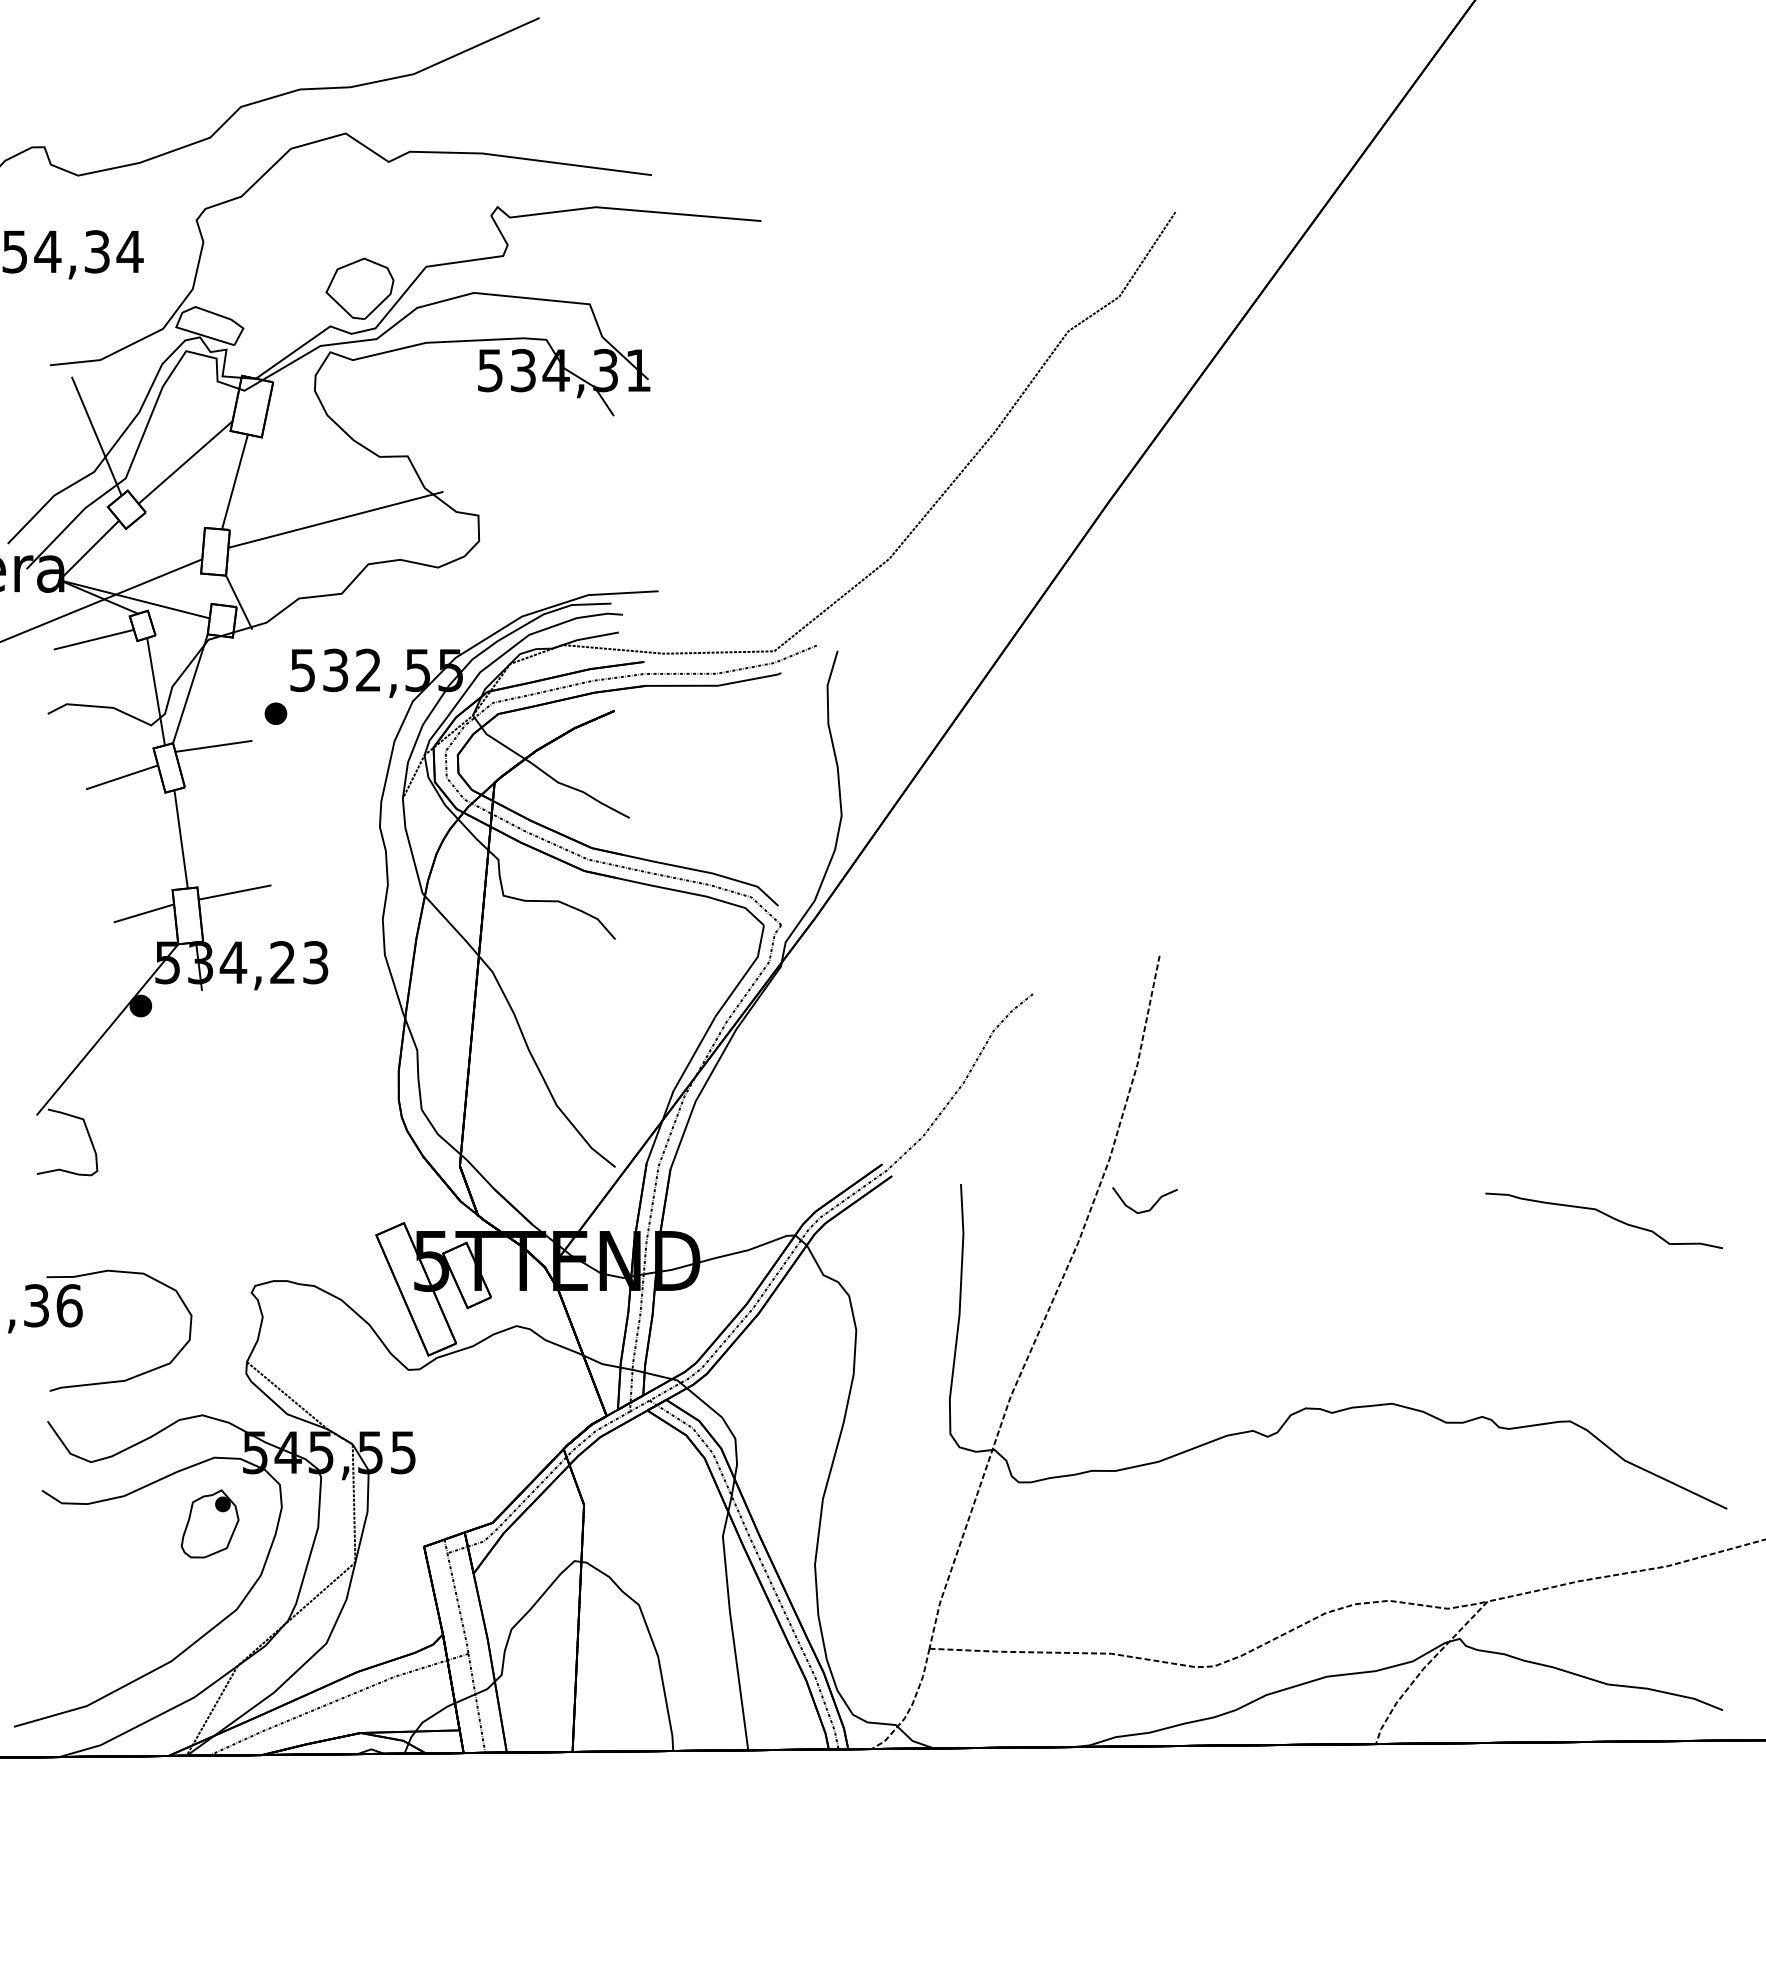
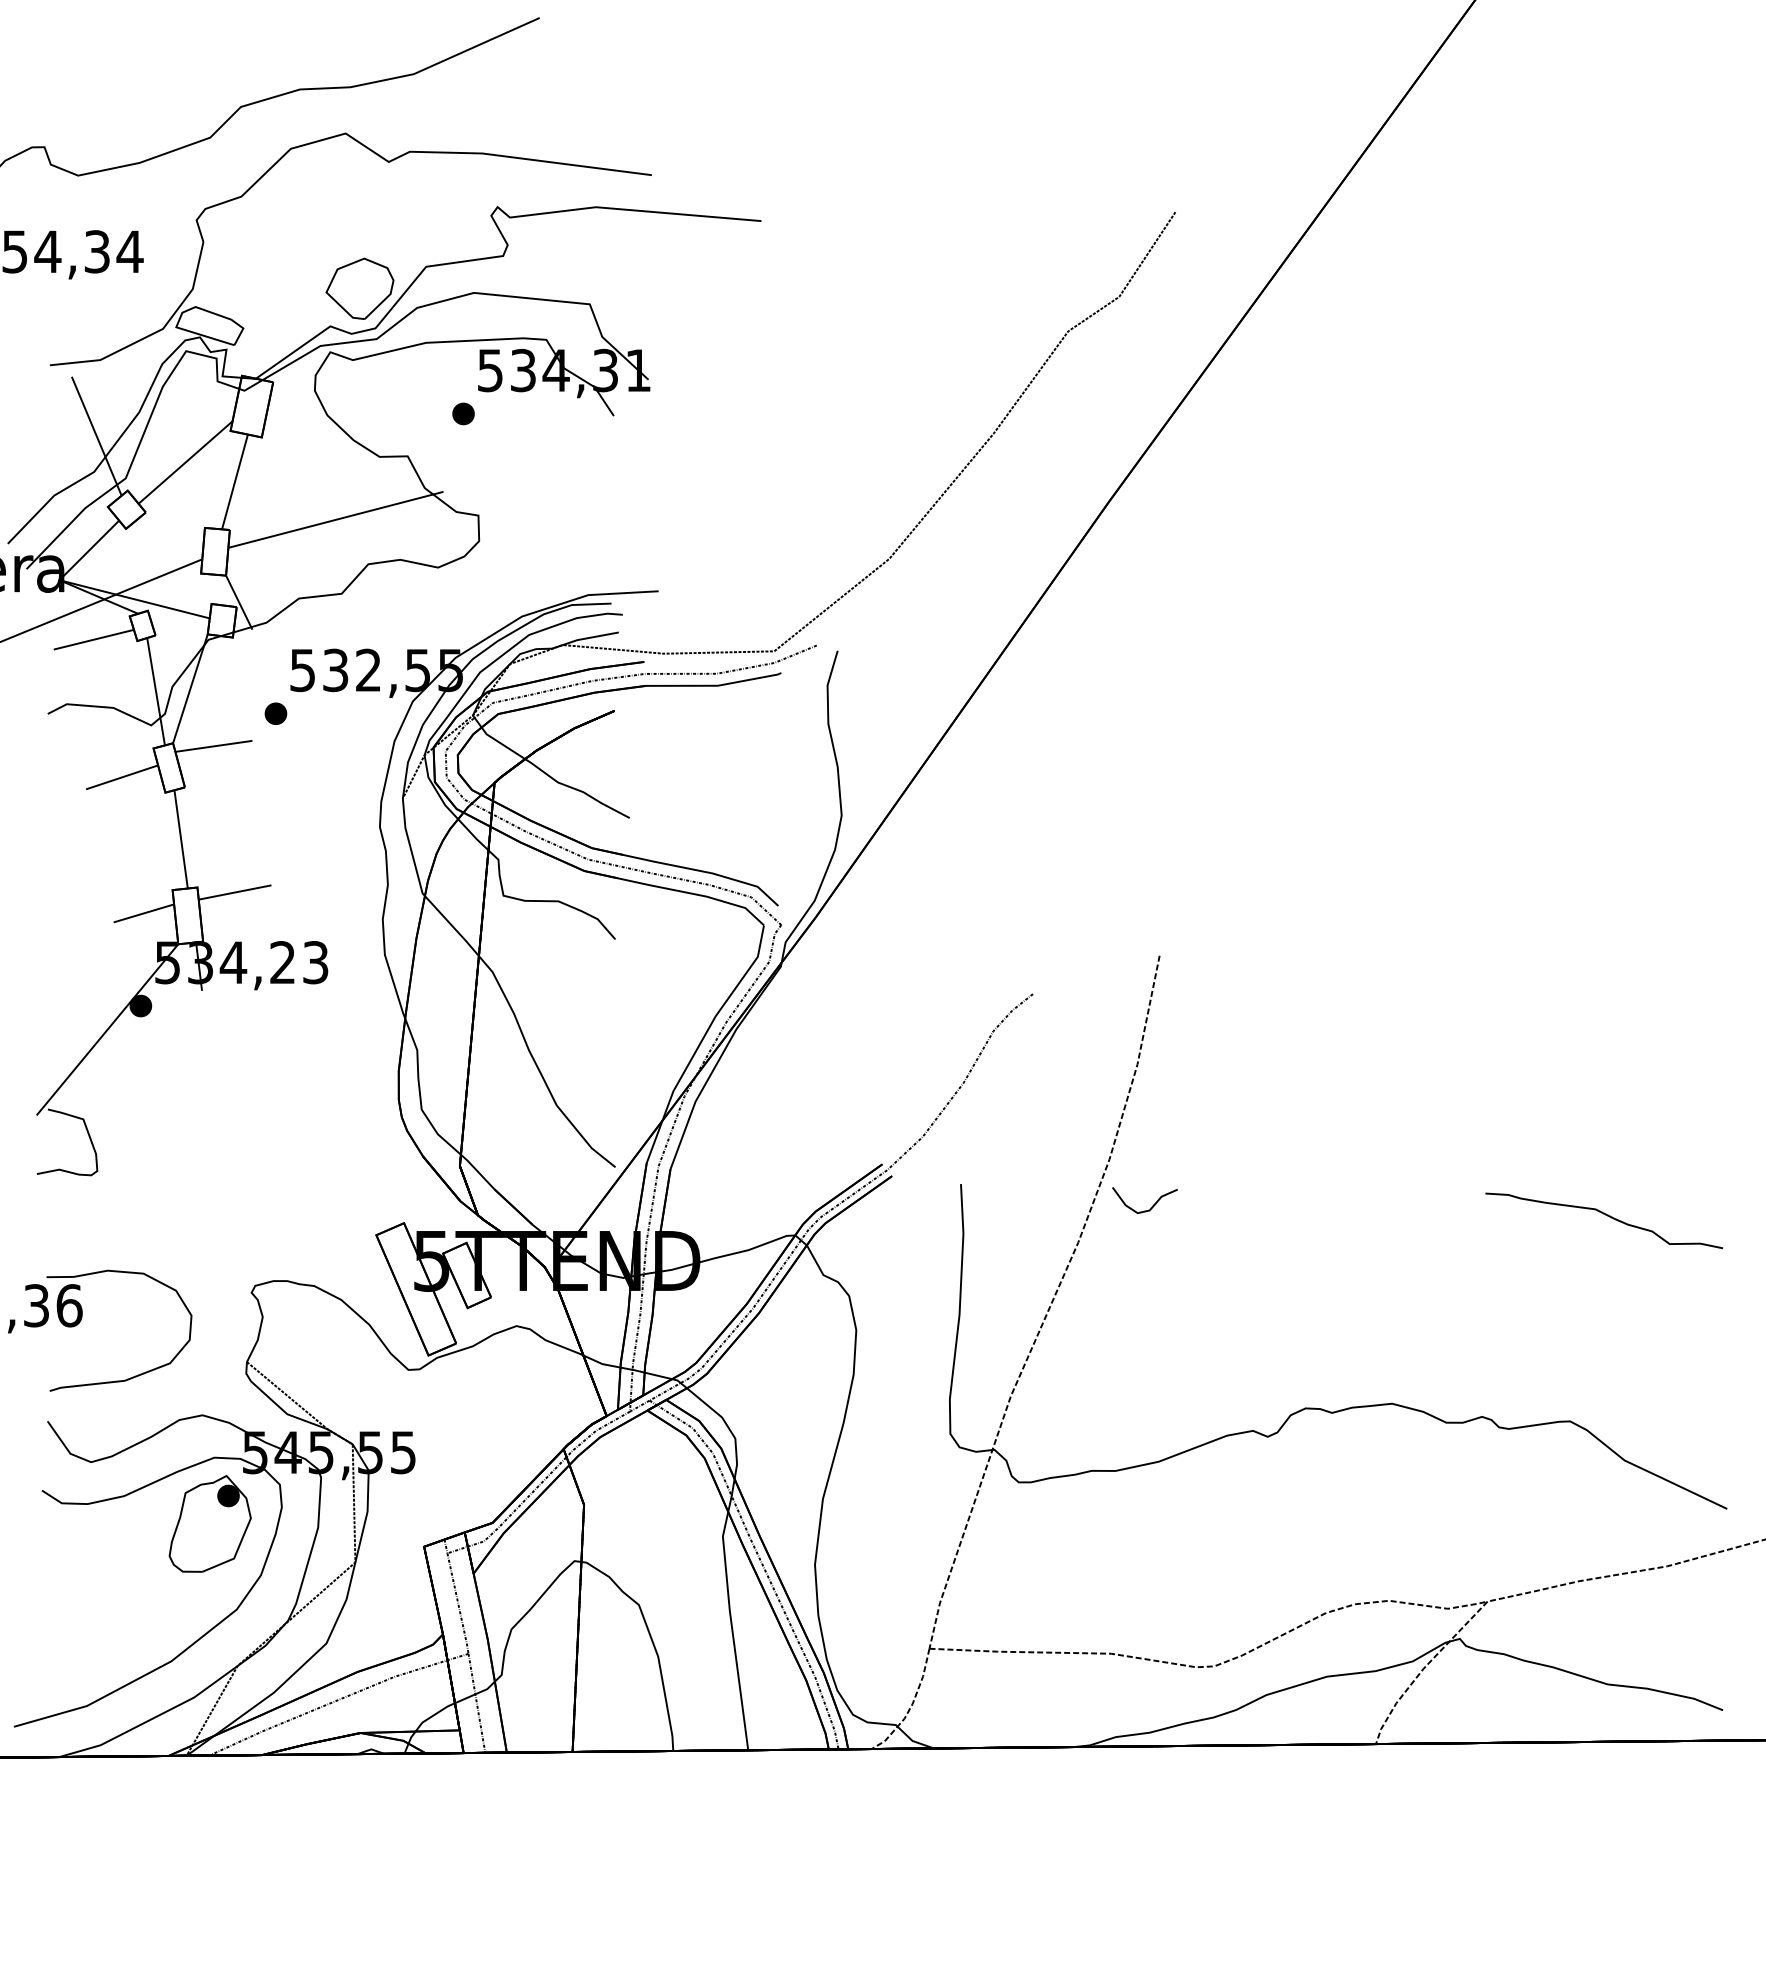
part at (463, 413): none -> present
part at (209, 1523) size: 60x70 px -> 84x98 px
